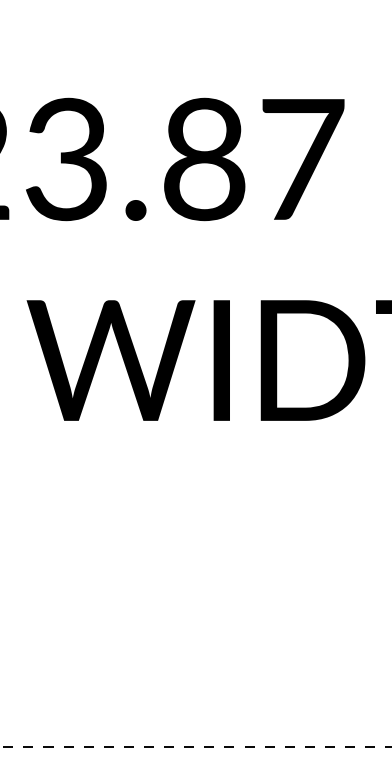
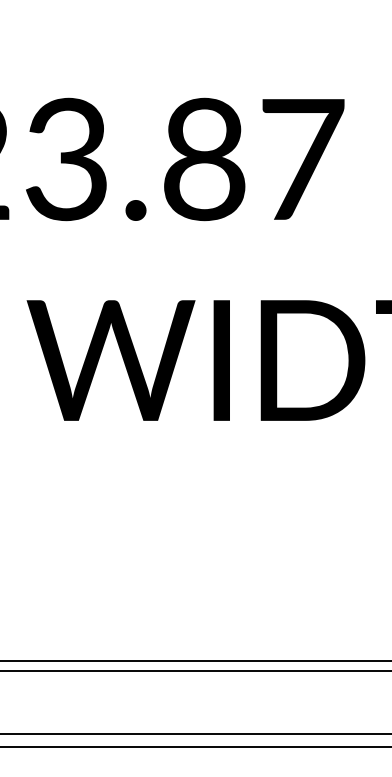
line at (195, 660): none -> present
line at (195, 671): none -> present
line at (195, 734): none -> present
line at (196, 746): dashed -> solid
